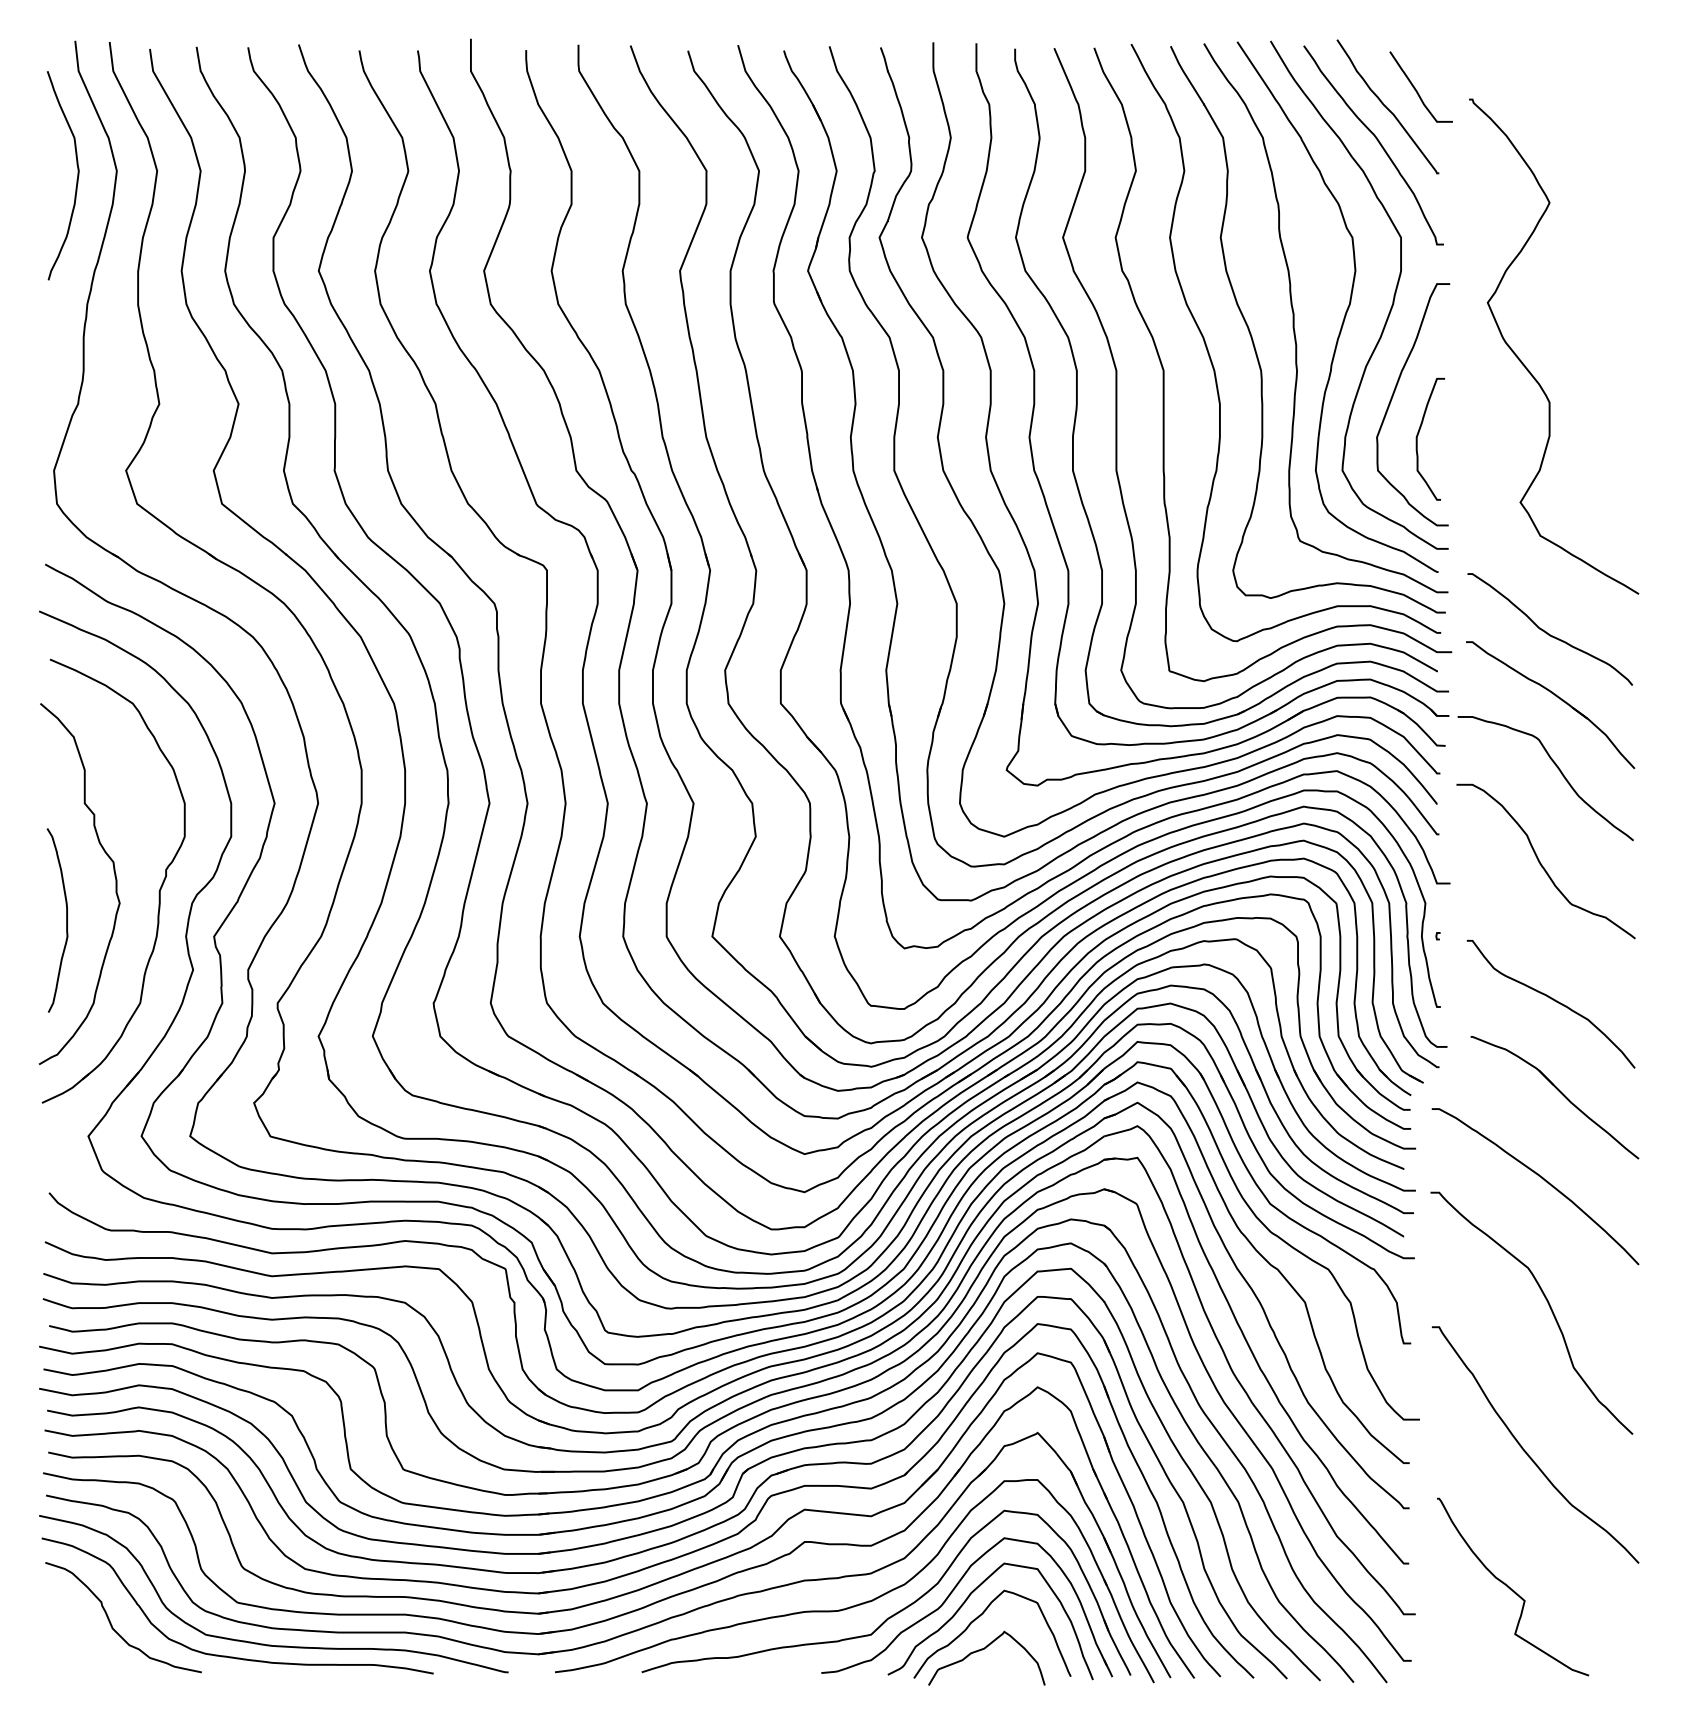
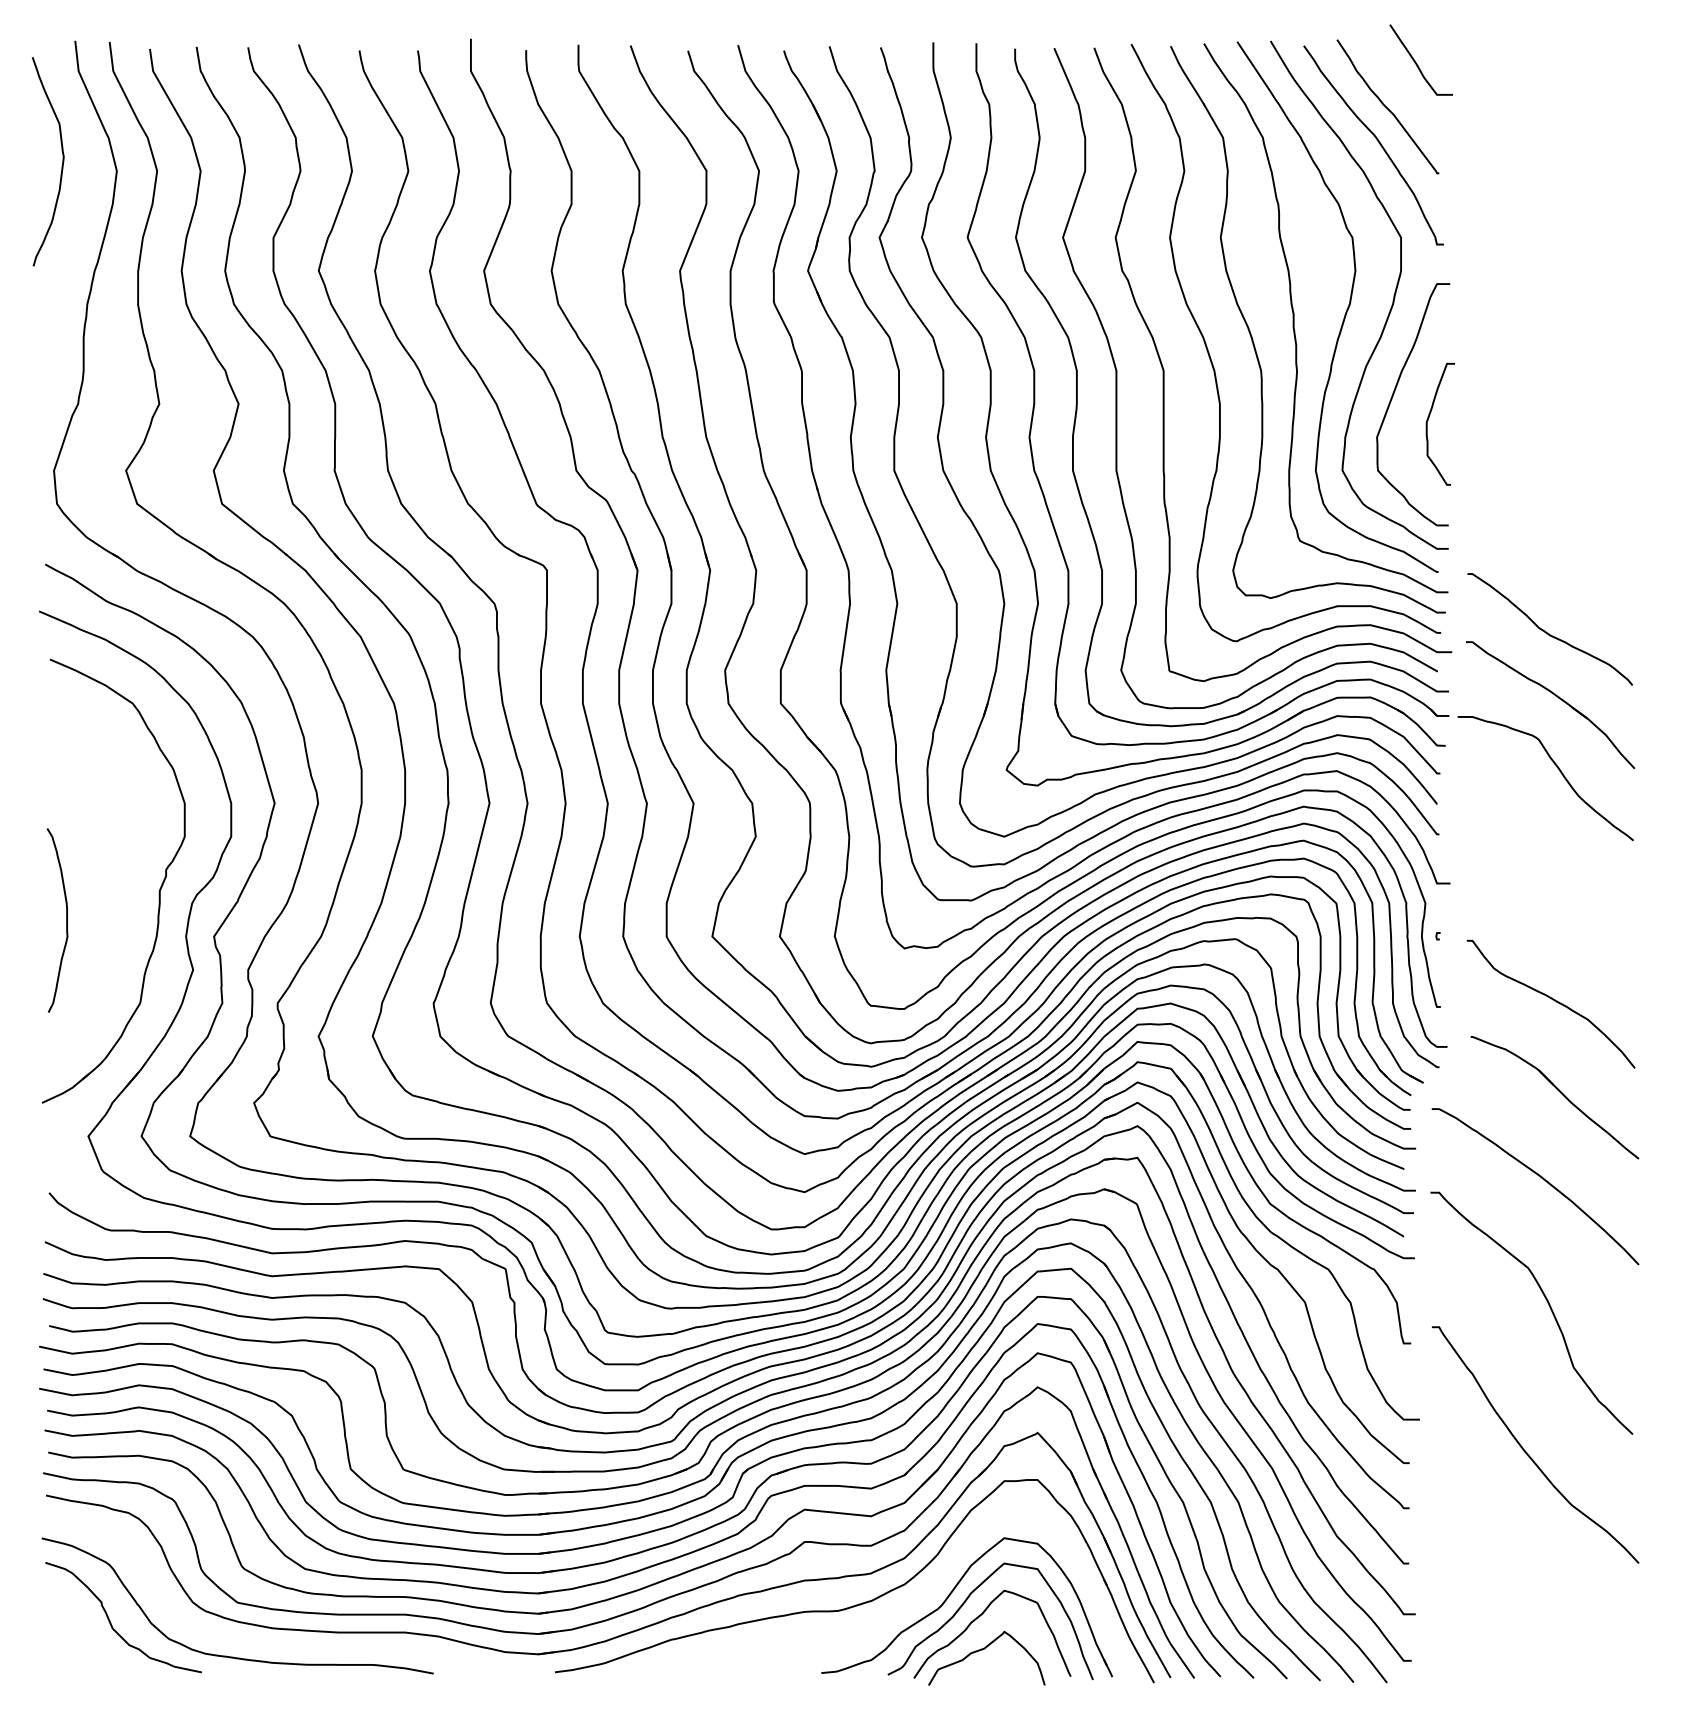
curve at (1416, 89) position: (1416, 89) -> (1416, 62)
curve at (76, 179) position: (76, 179) -> (61, 165)
curve at (1526, 366): present -> none
curve at (1419, 433) position: (1419, 433) -> (1429, 418)
curve at (1541, 863): present -> none
curve at (114, 876): present -> none
curve at (1511, 1588): present -> none
part at (899, 1610): present -> none
curve at (263, 1643): present -> none
